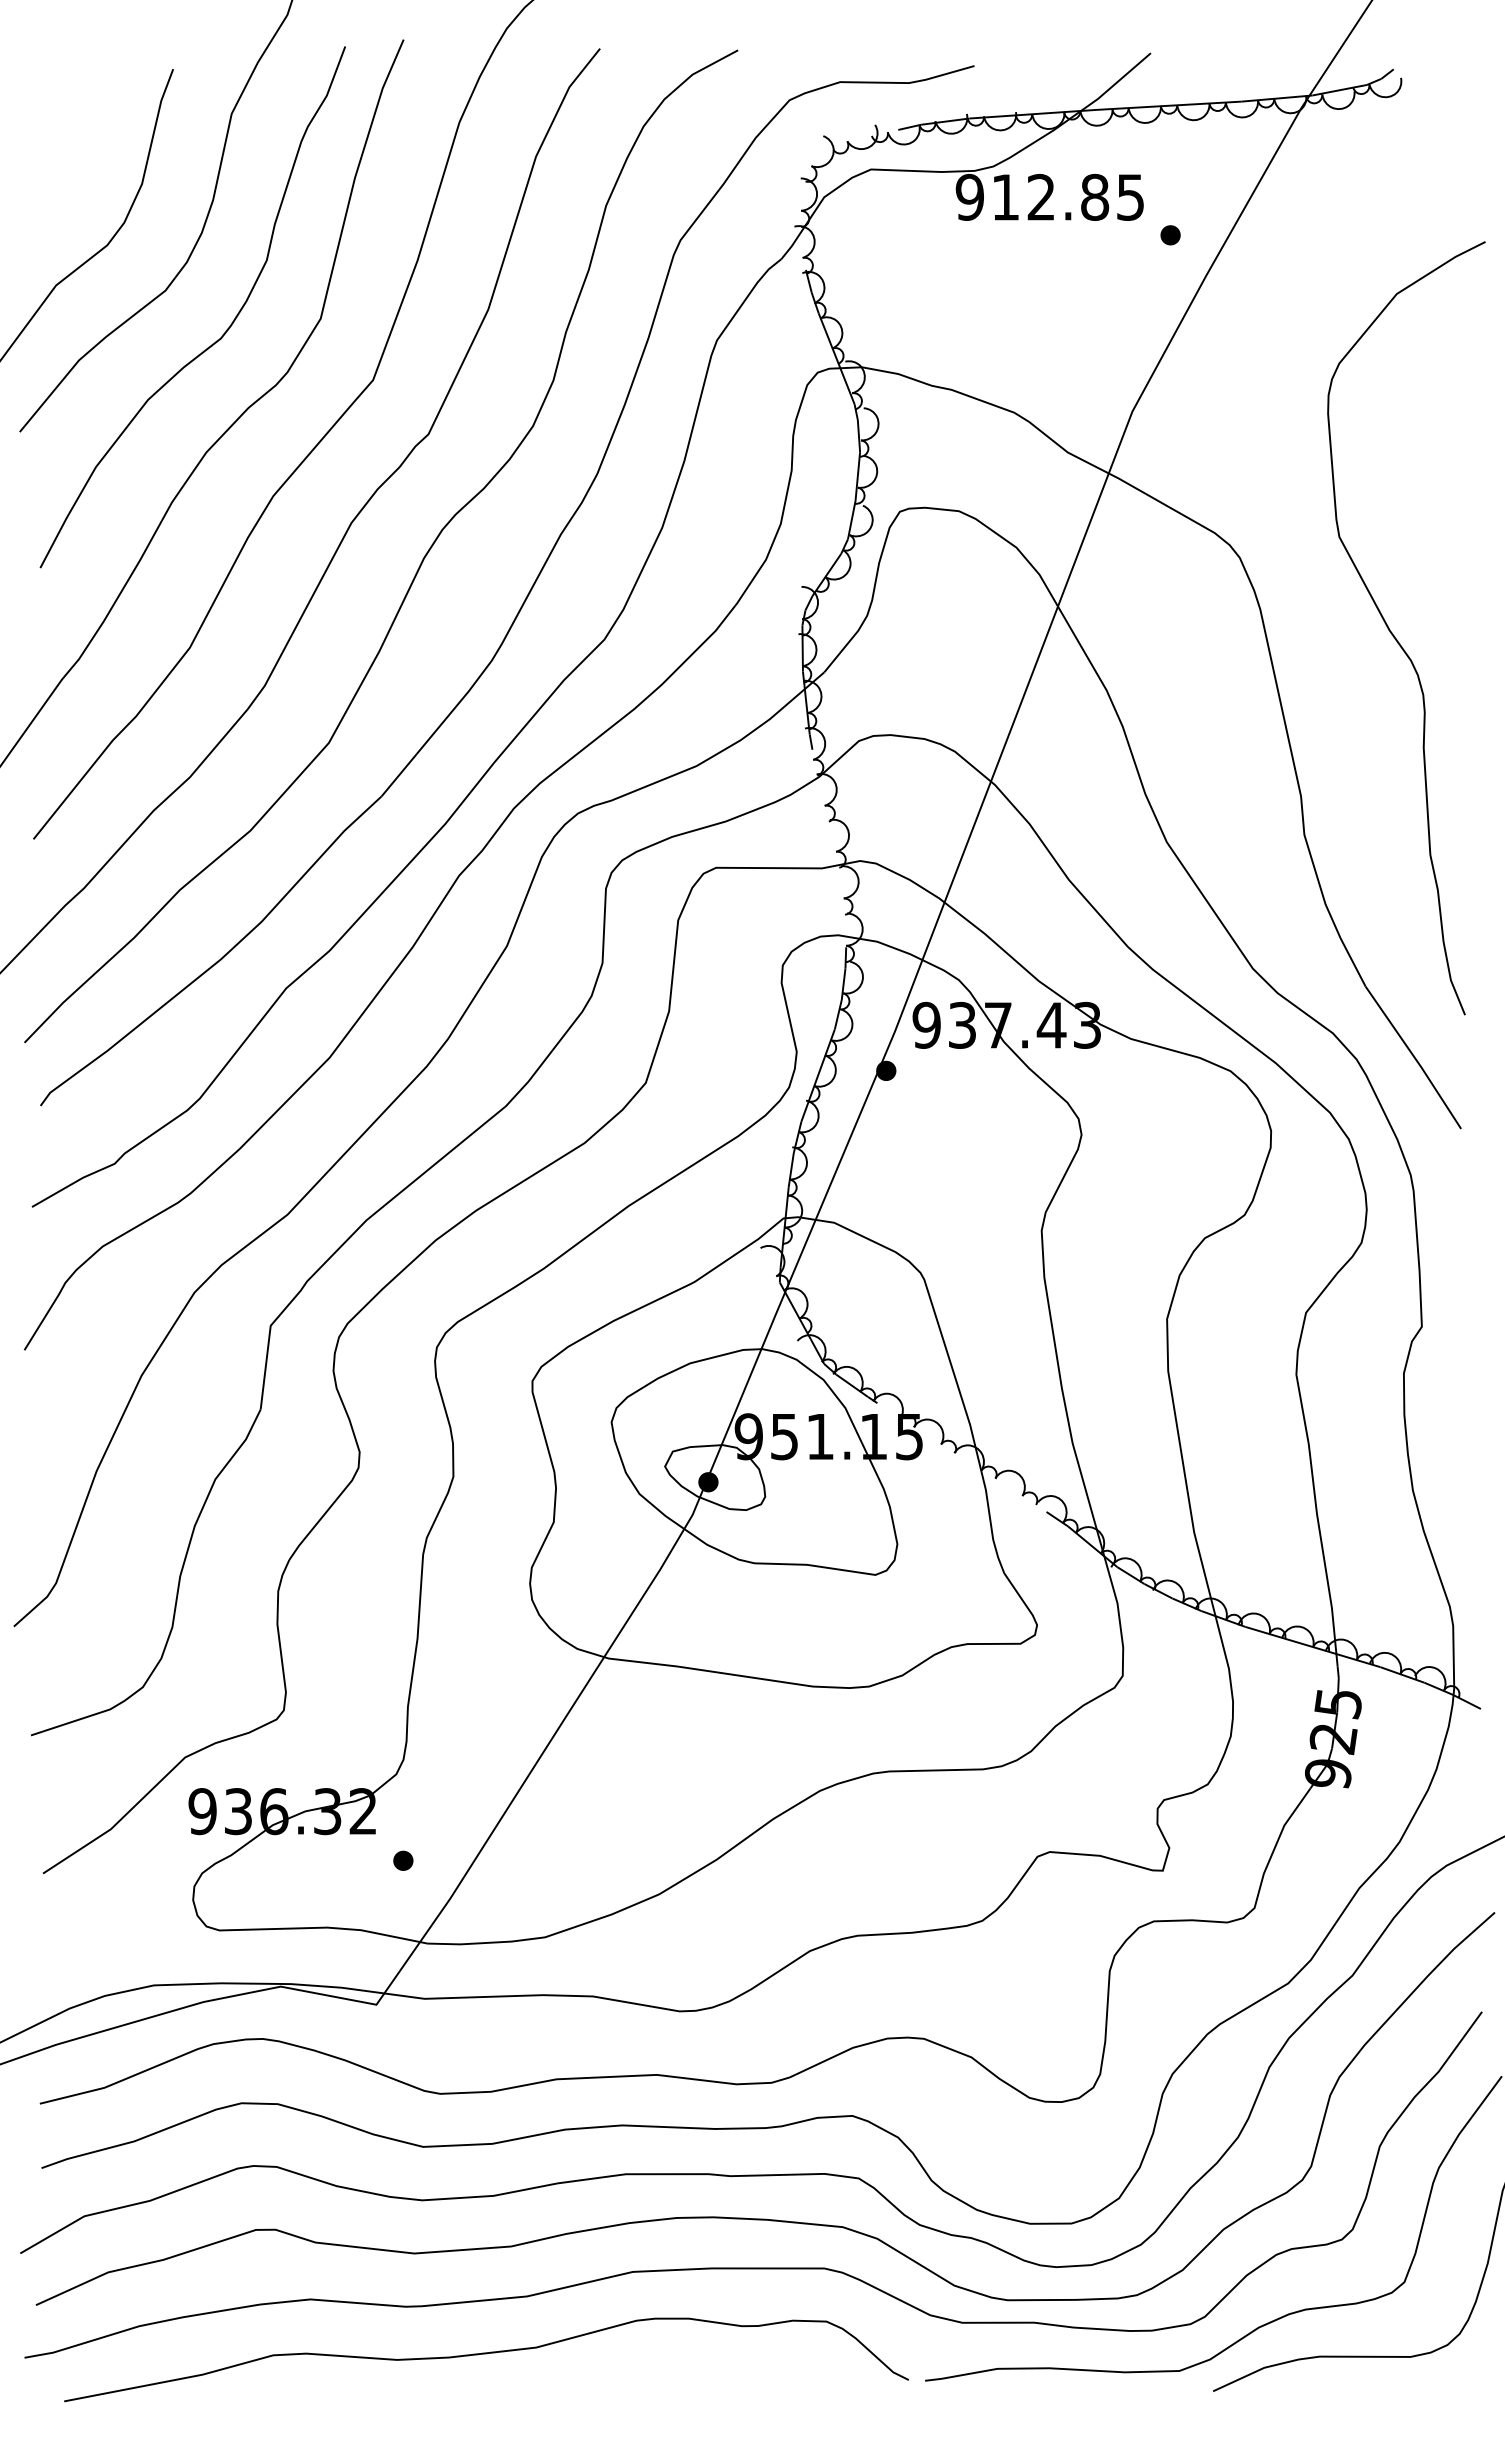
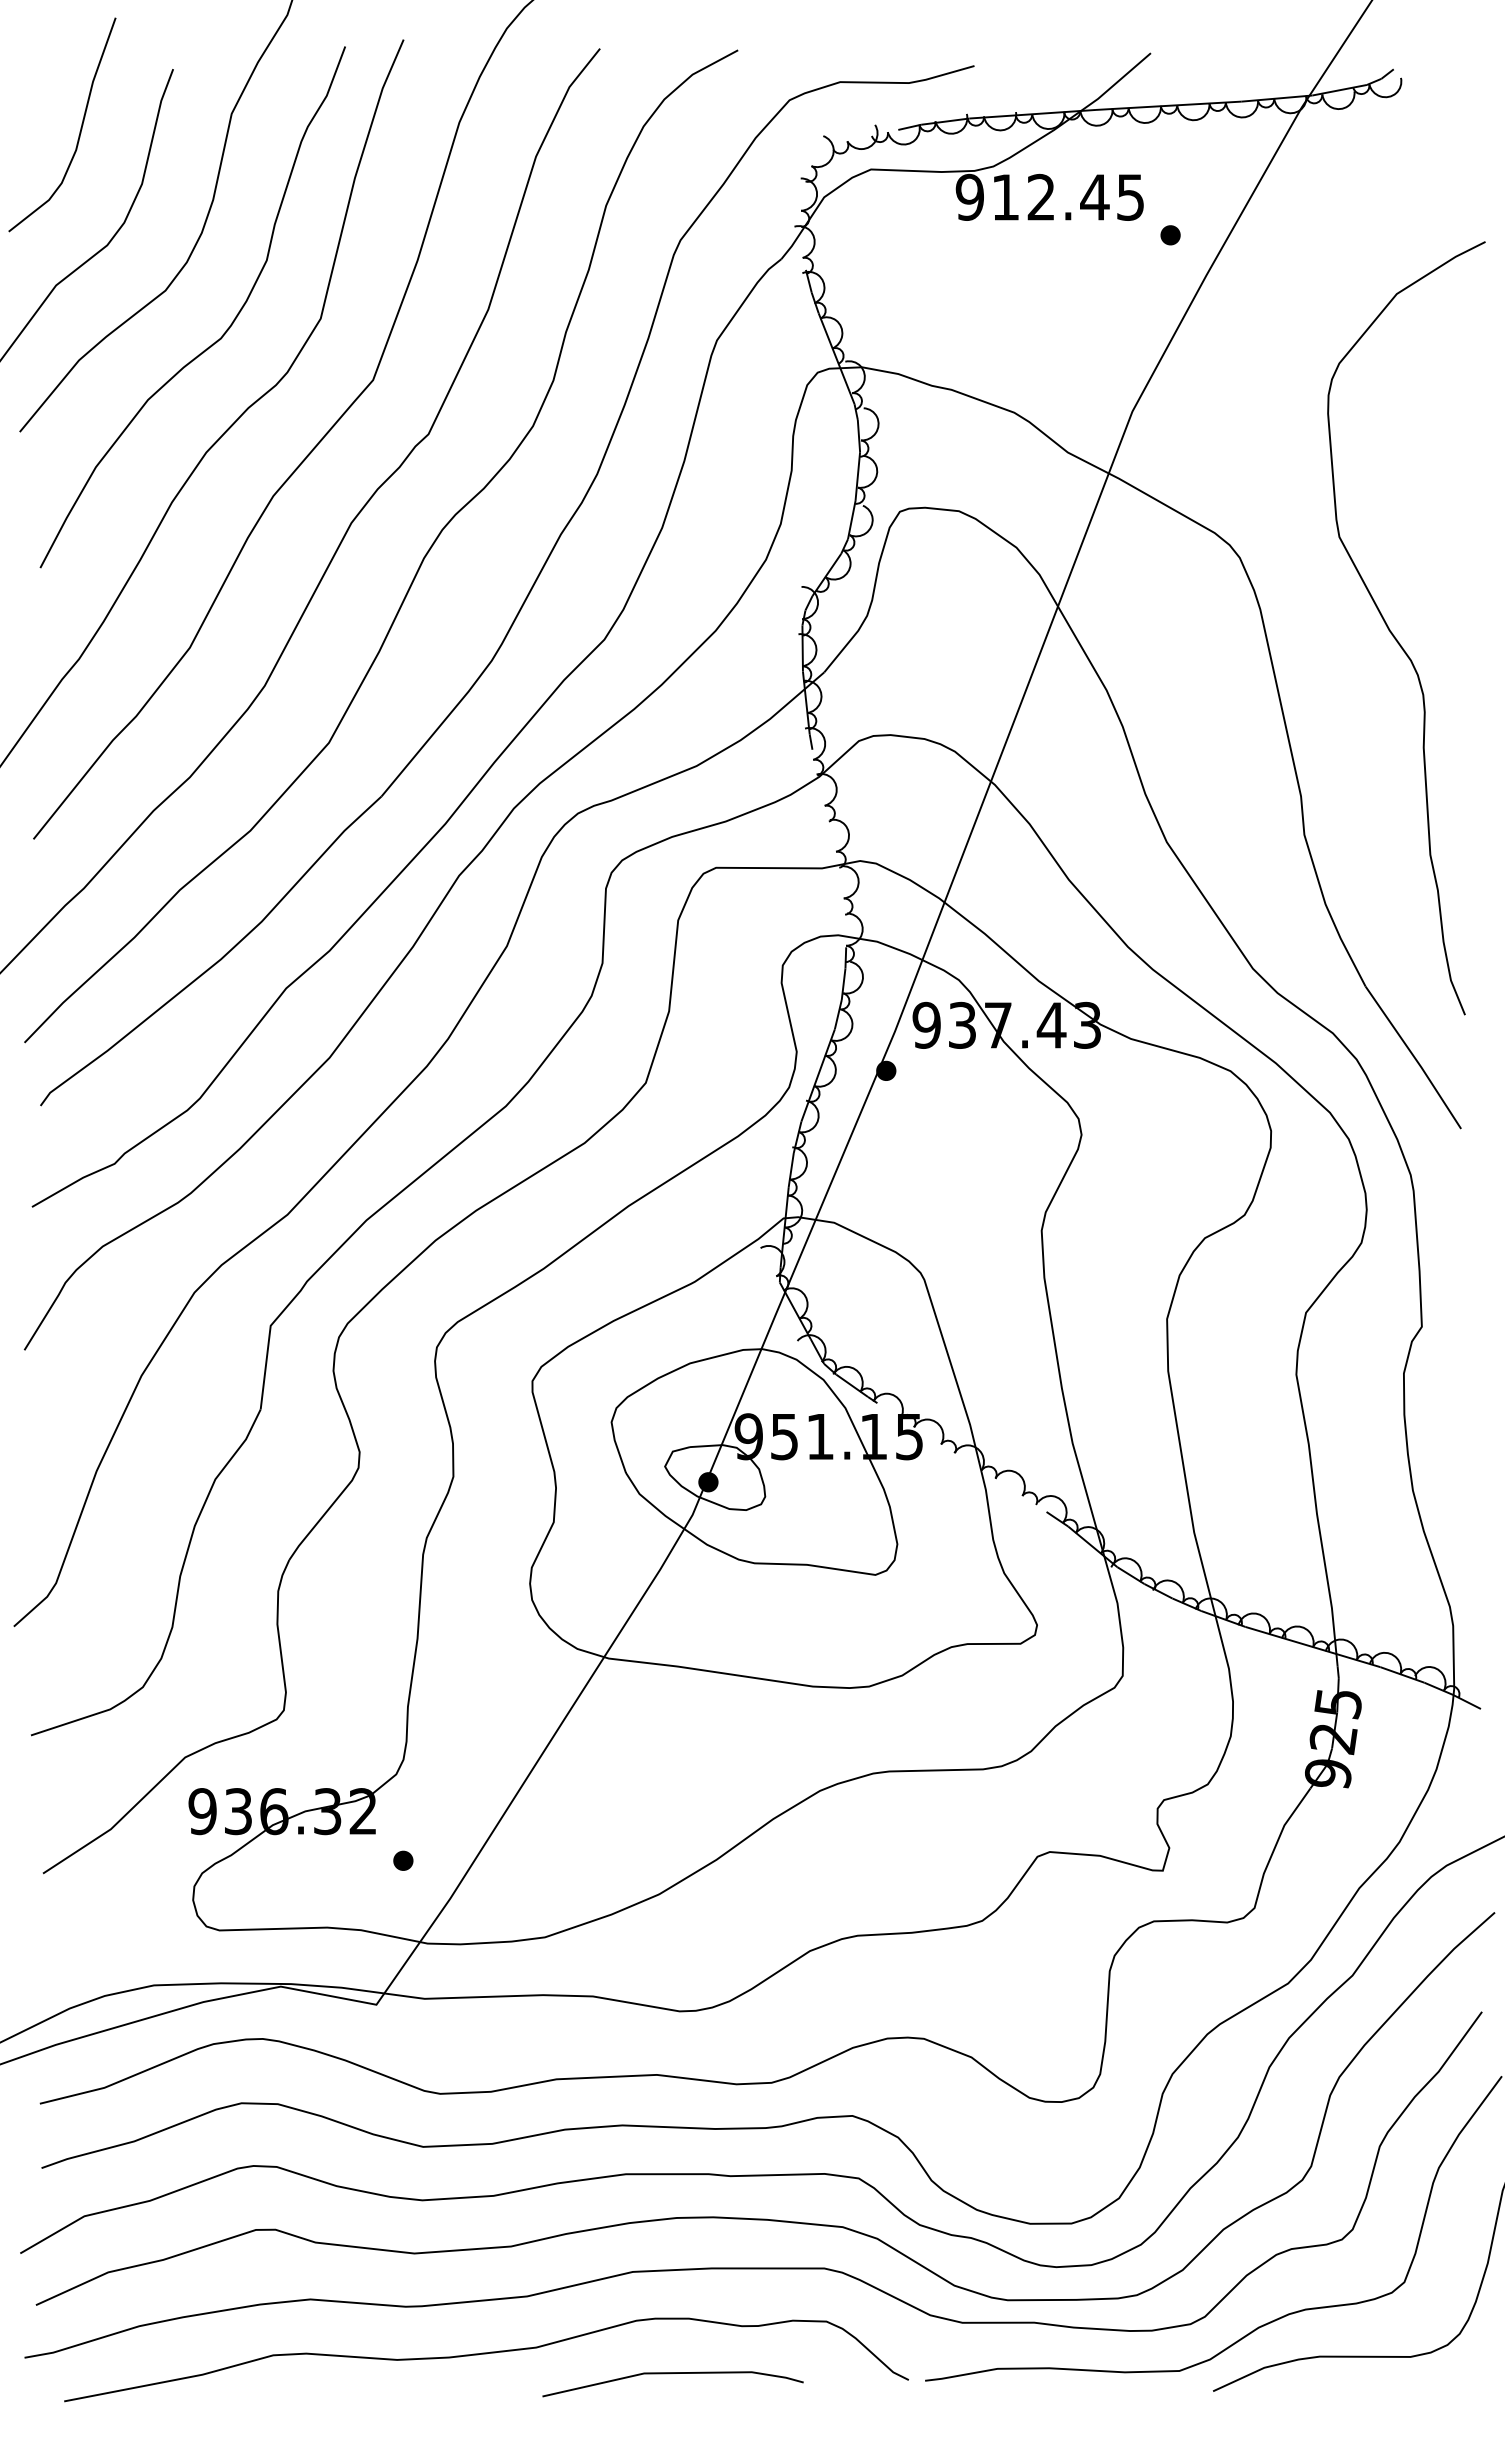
curve at (80, 127): none -> present
text at (1094, 196): 912.85 -> 912.45
line at (669, 2374): none -> present
